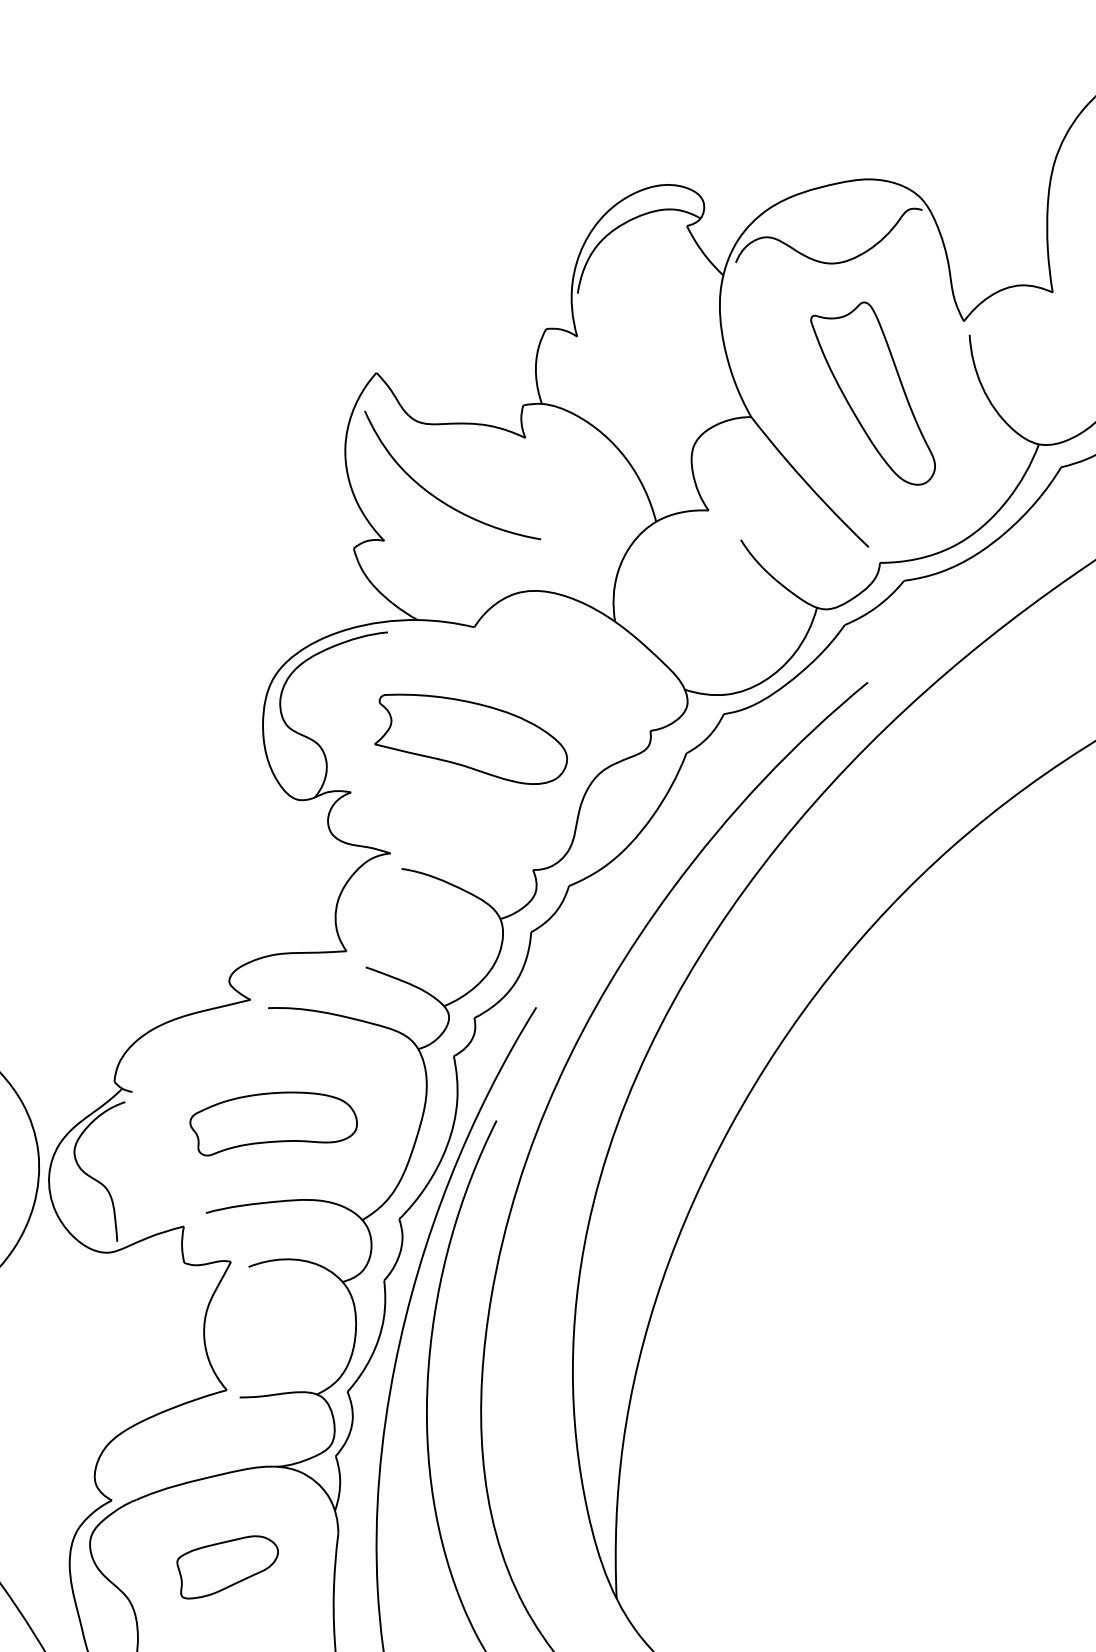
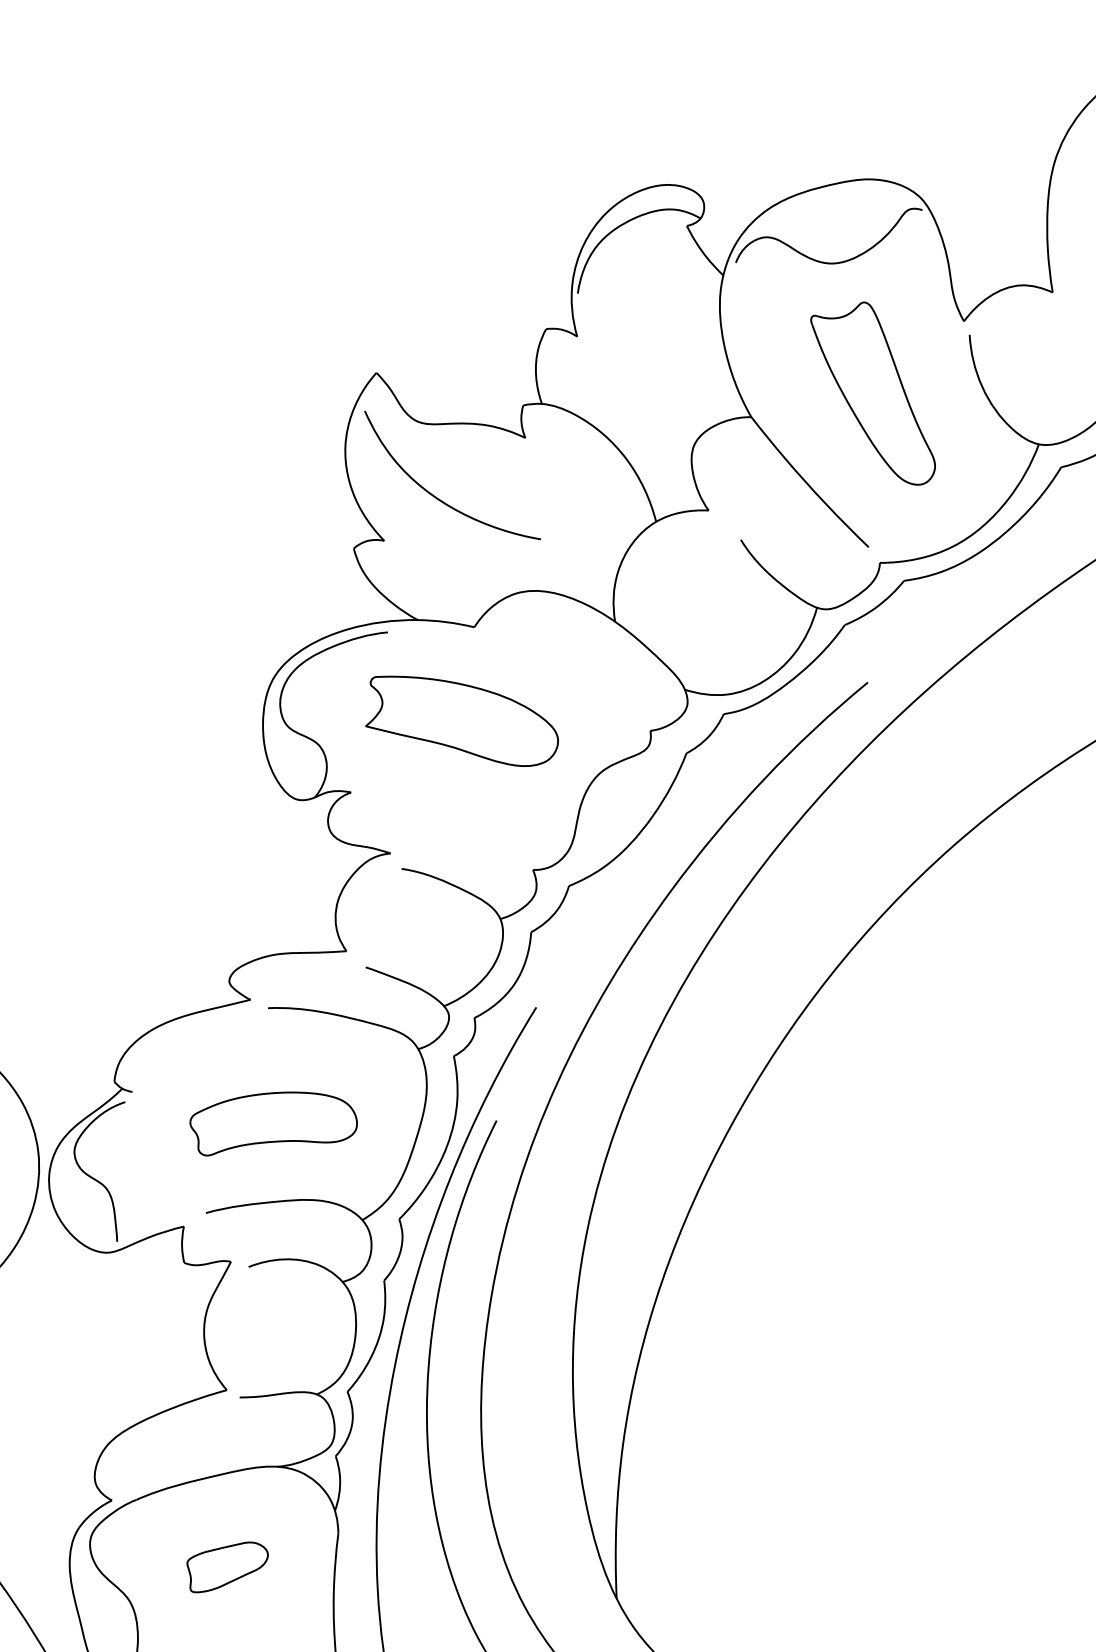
part at (470, 738) position: (470, 738) -> (461, 720)
part at (227, 1567) size: 103x65 px -> 83x53 px
